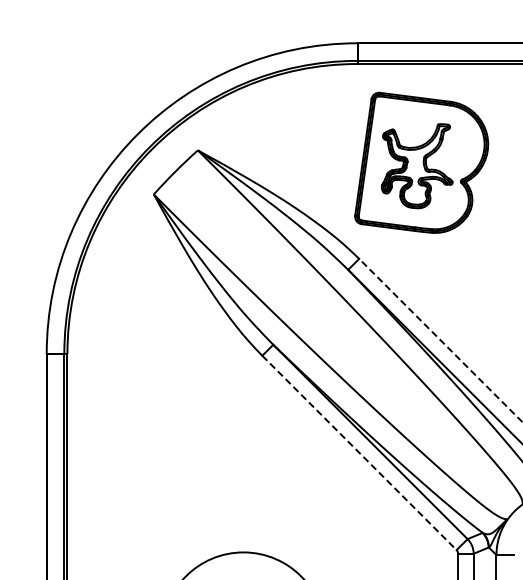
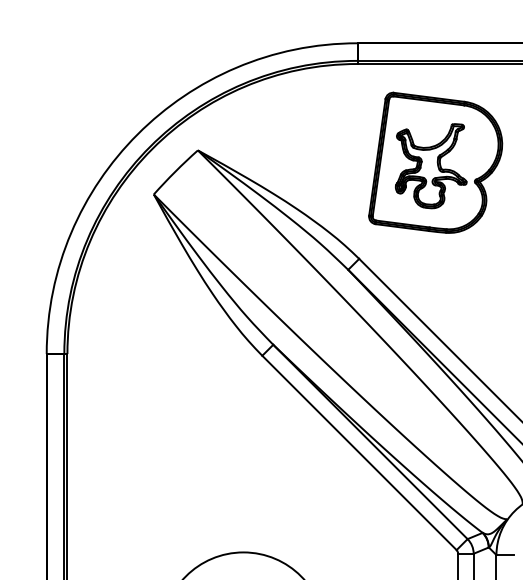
part at (421, 162) position: (421, 162) -> (435, 162)
line at (440, 340): dashed -> solid
line at (359, 453): dashed -> solid
